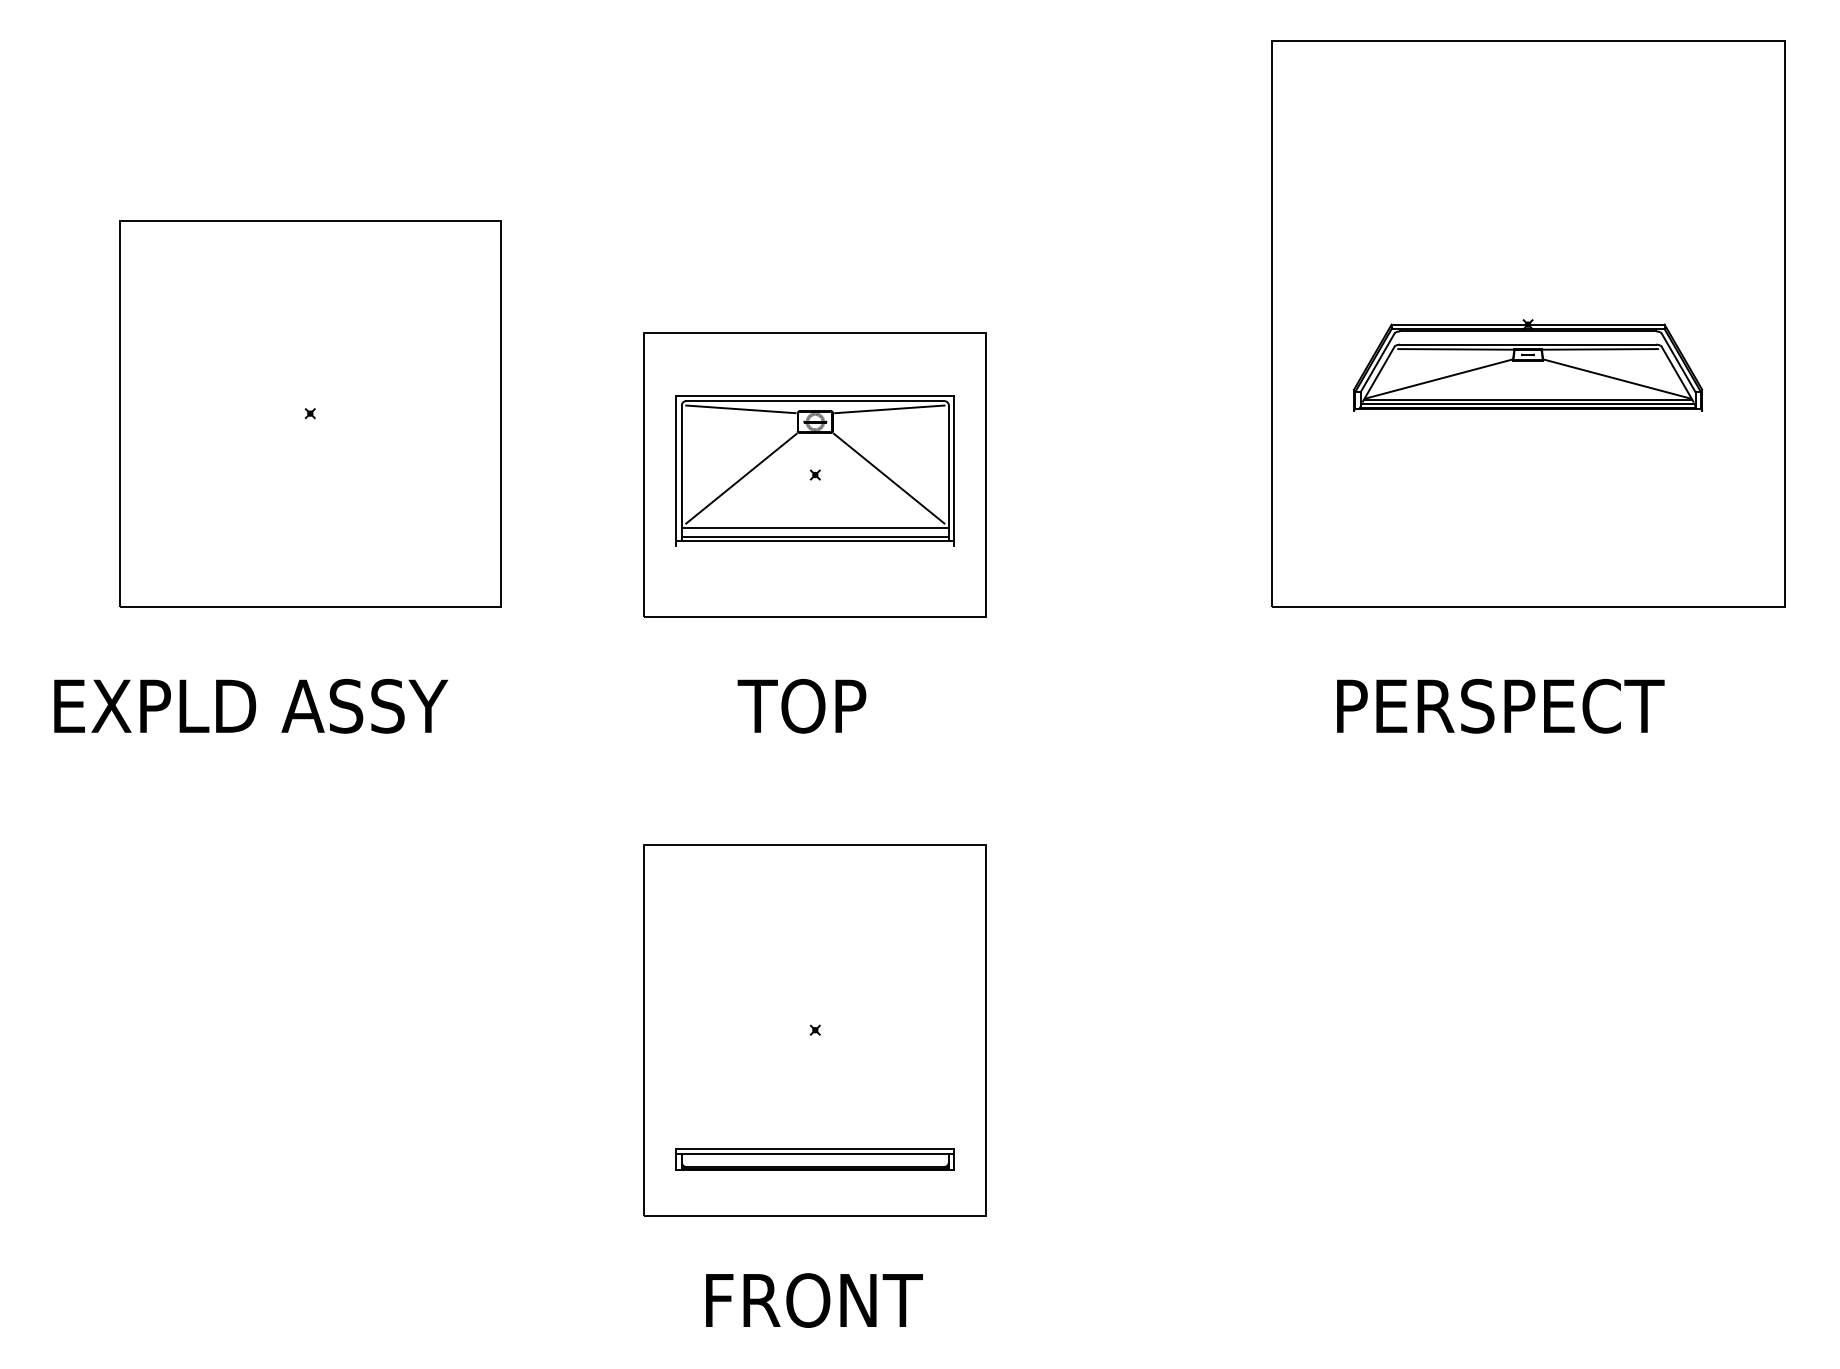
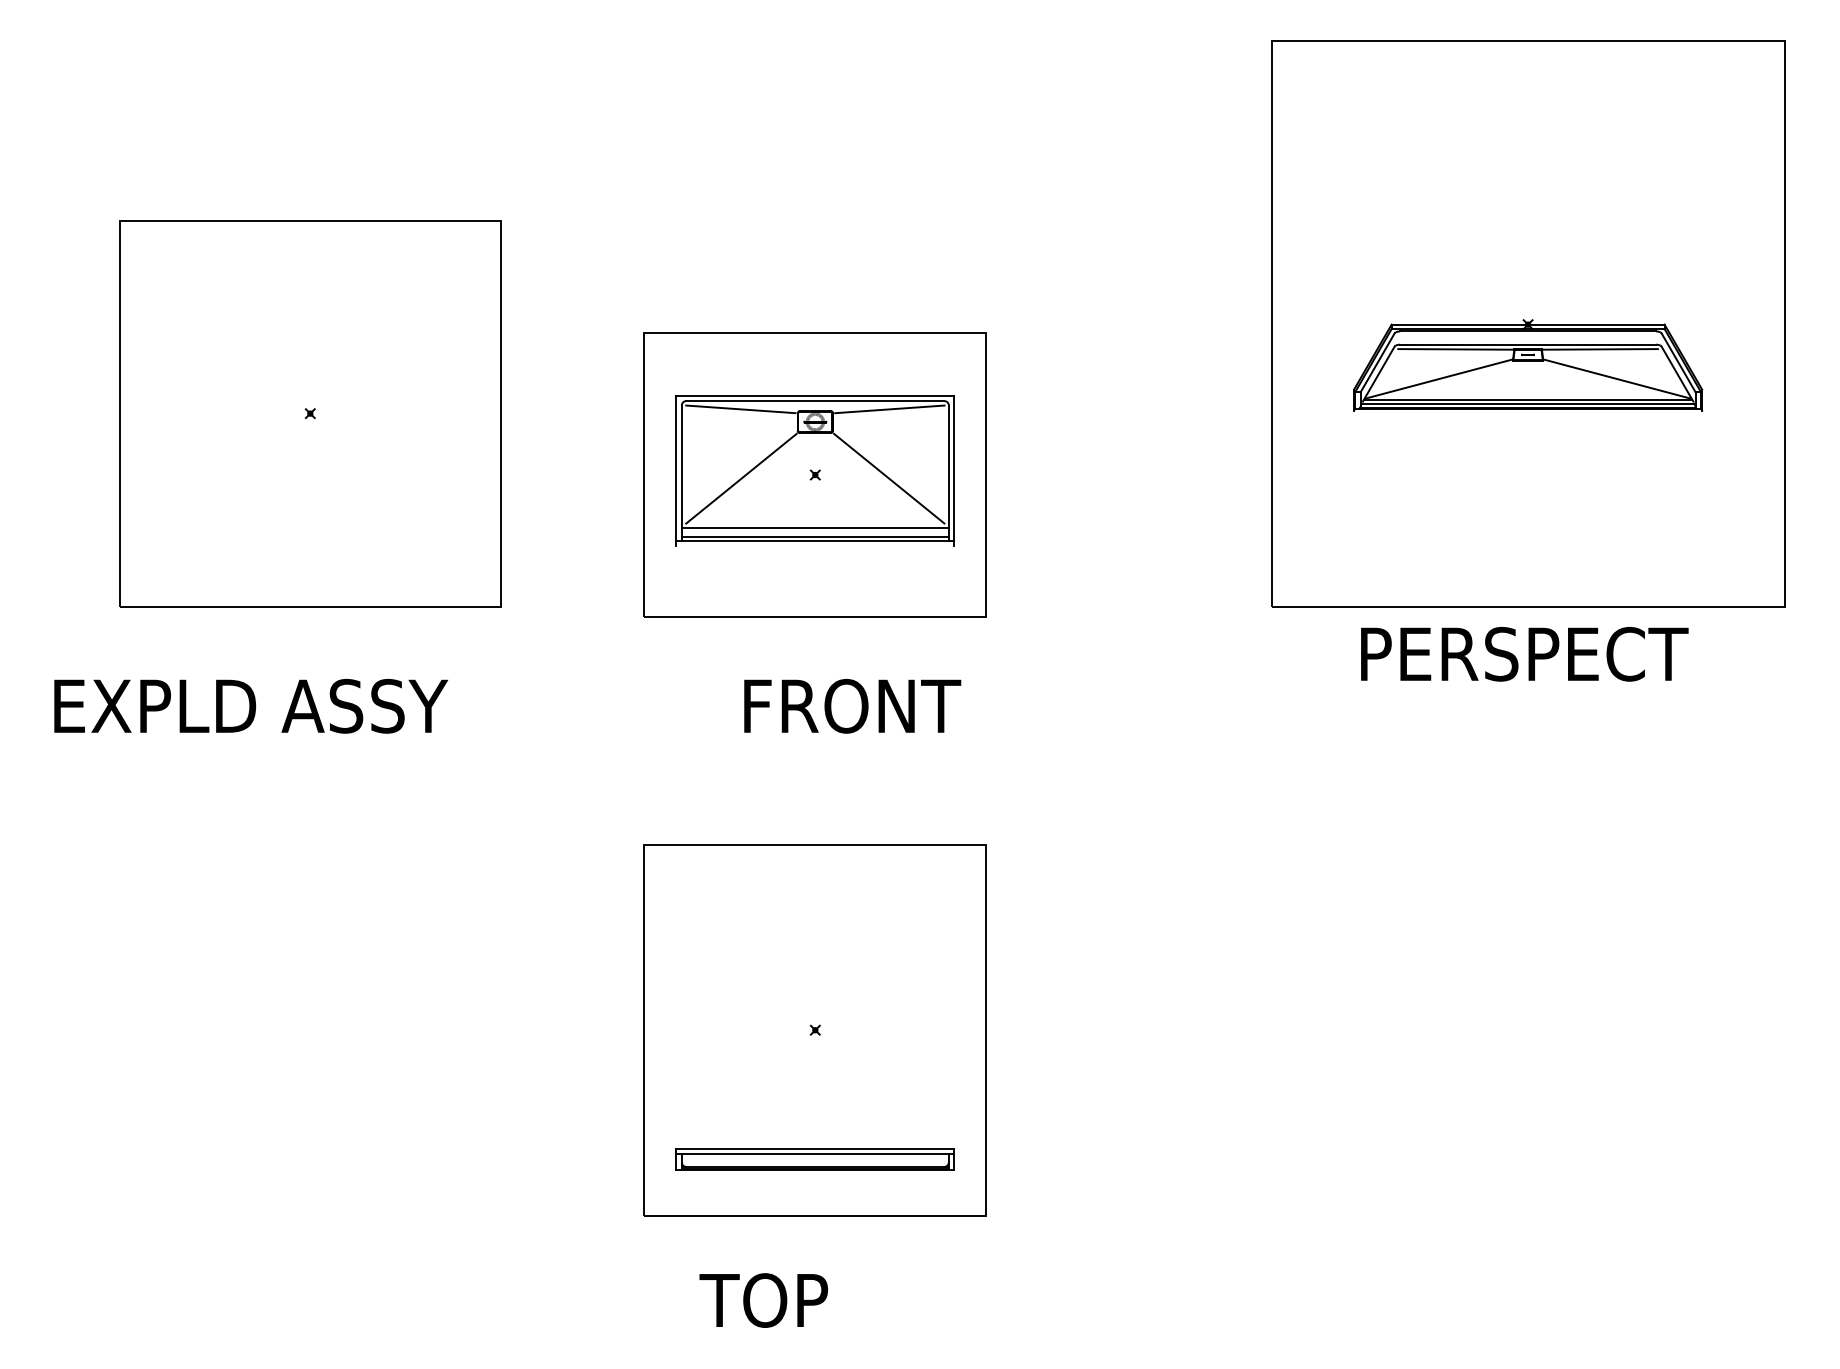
text at (849, 705): TOP -> FRONT
text at (1500, 705) position: (1500, 705) -> (1524, 653)
text at (810, 1300): FRONT -> TOP
